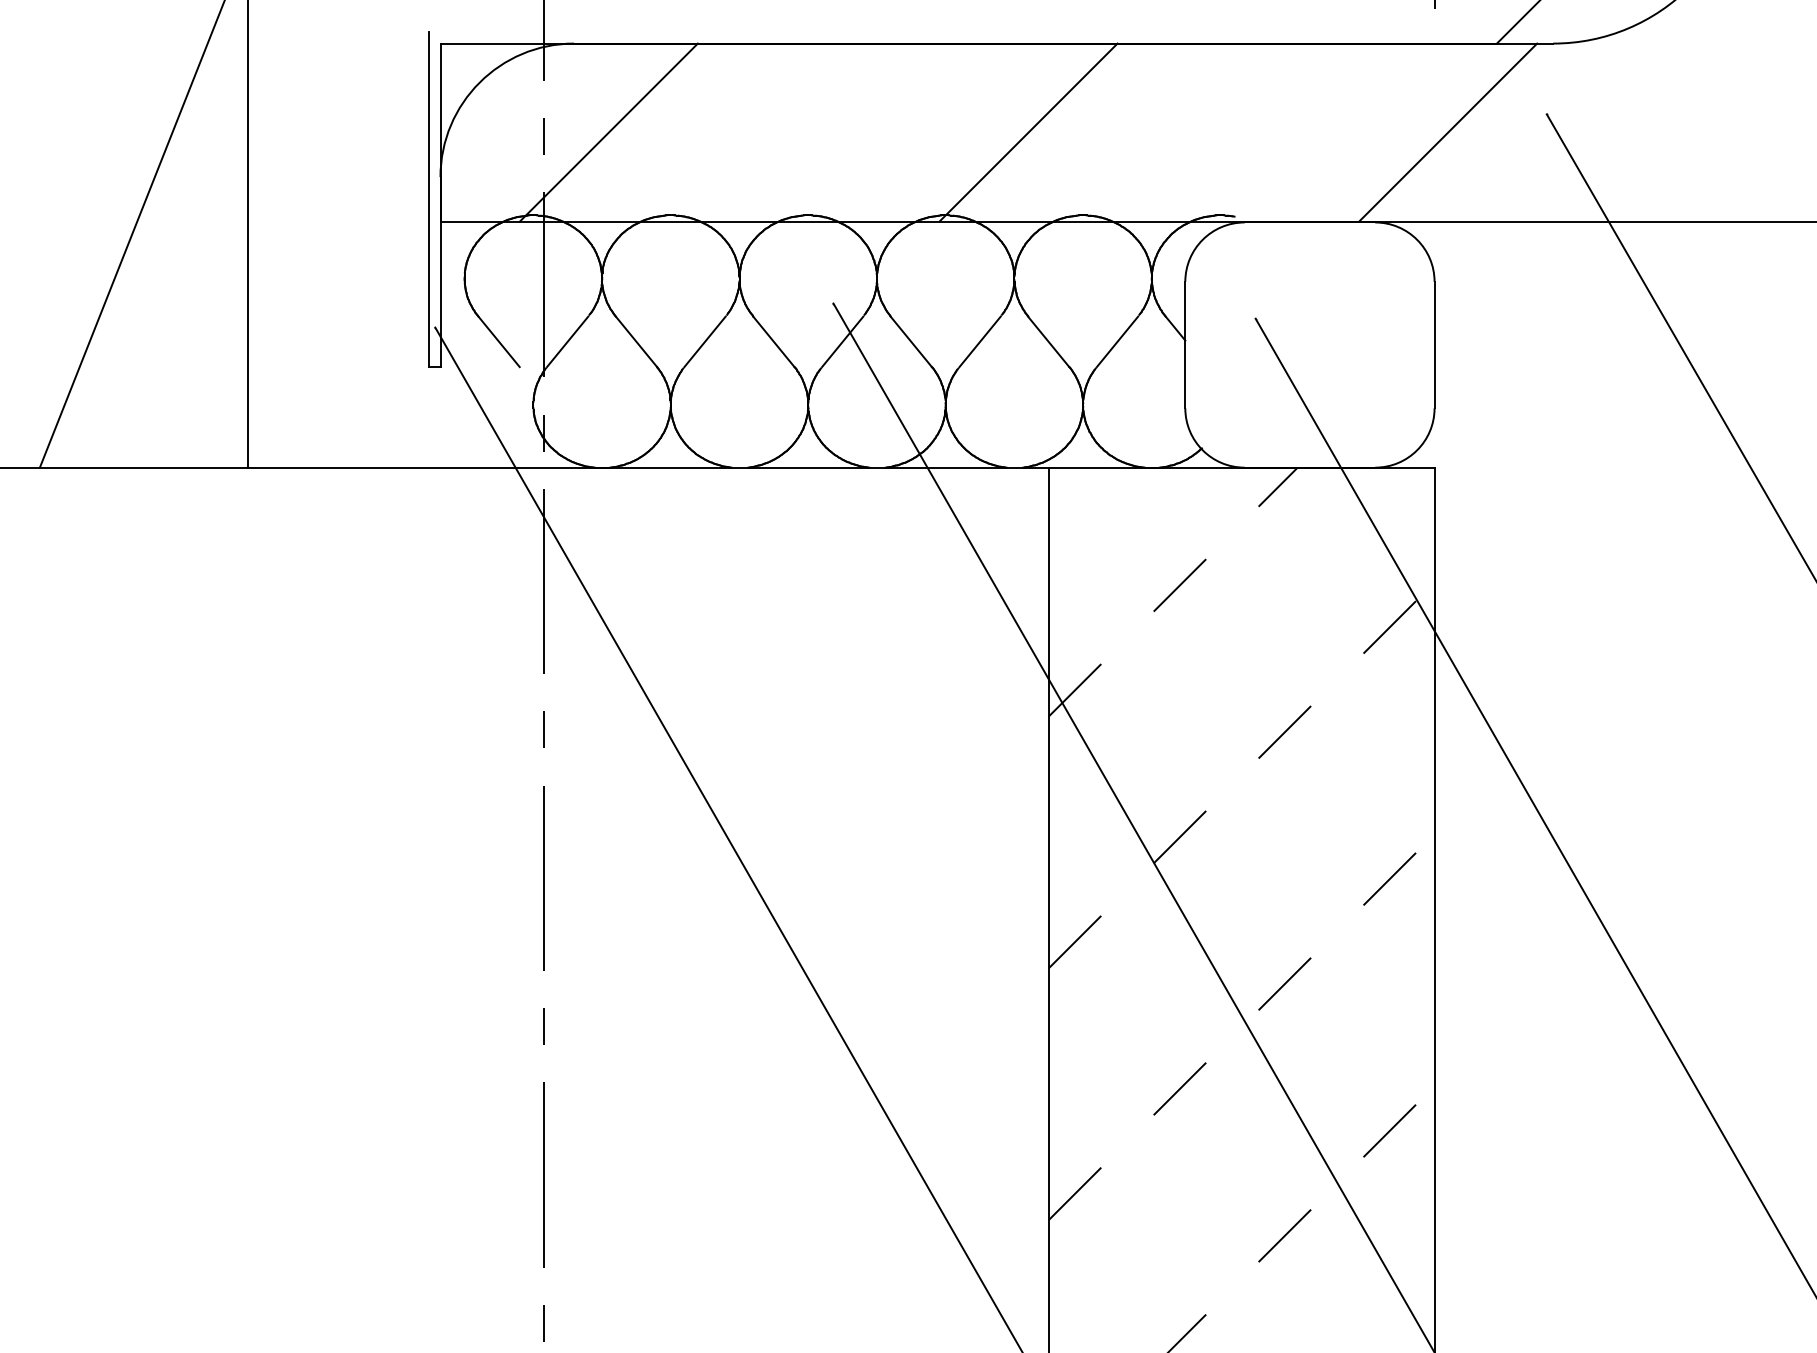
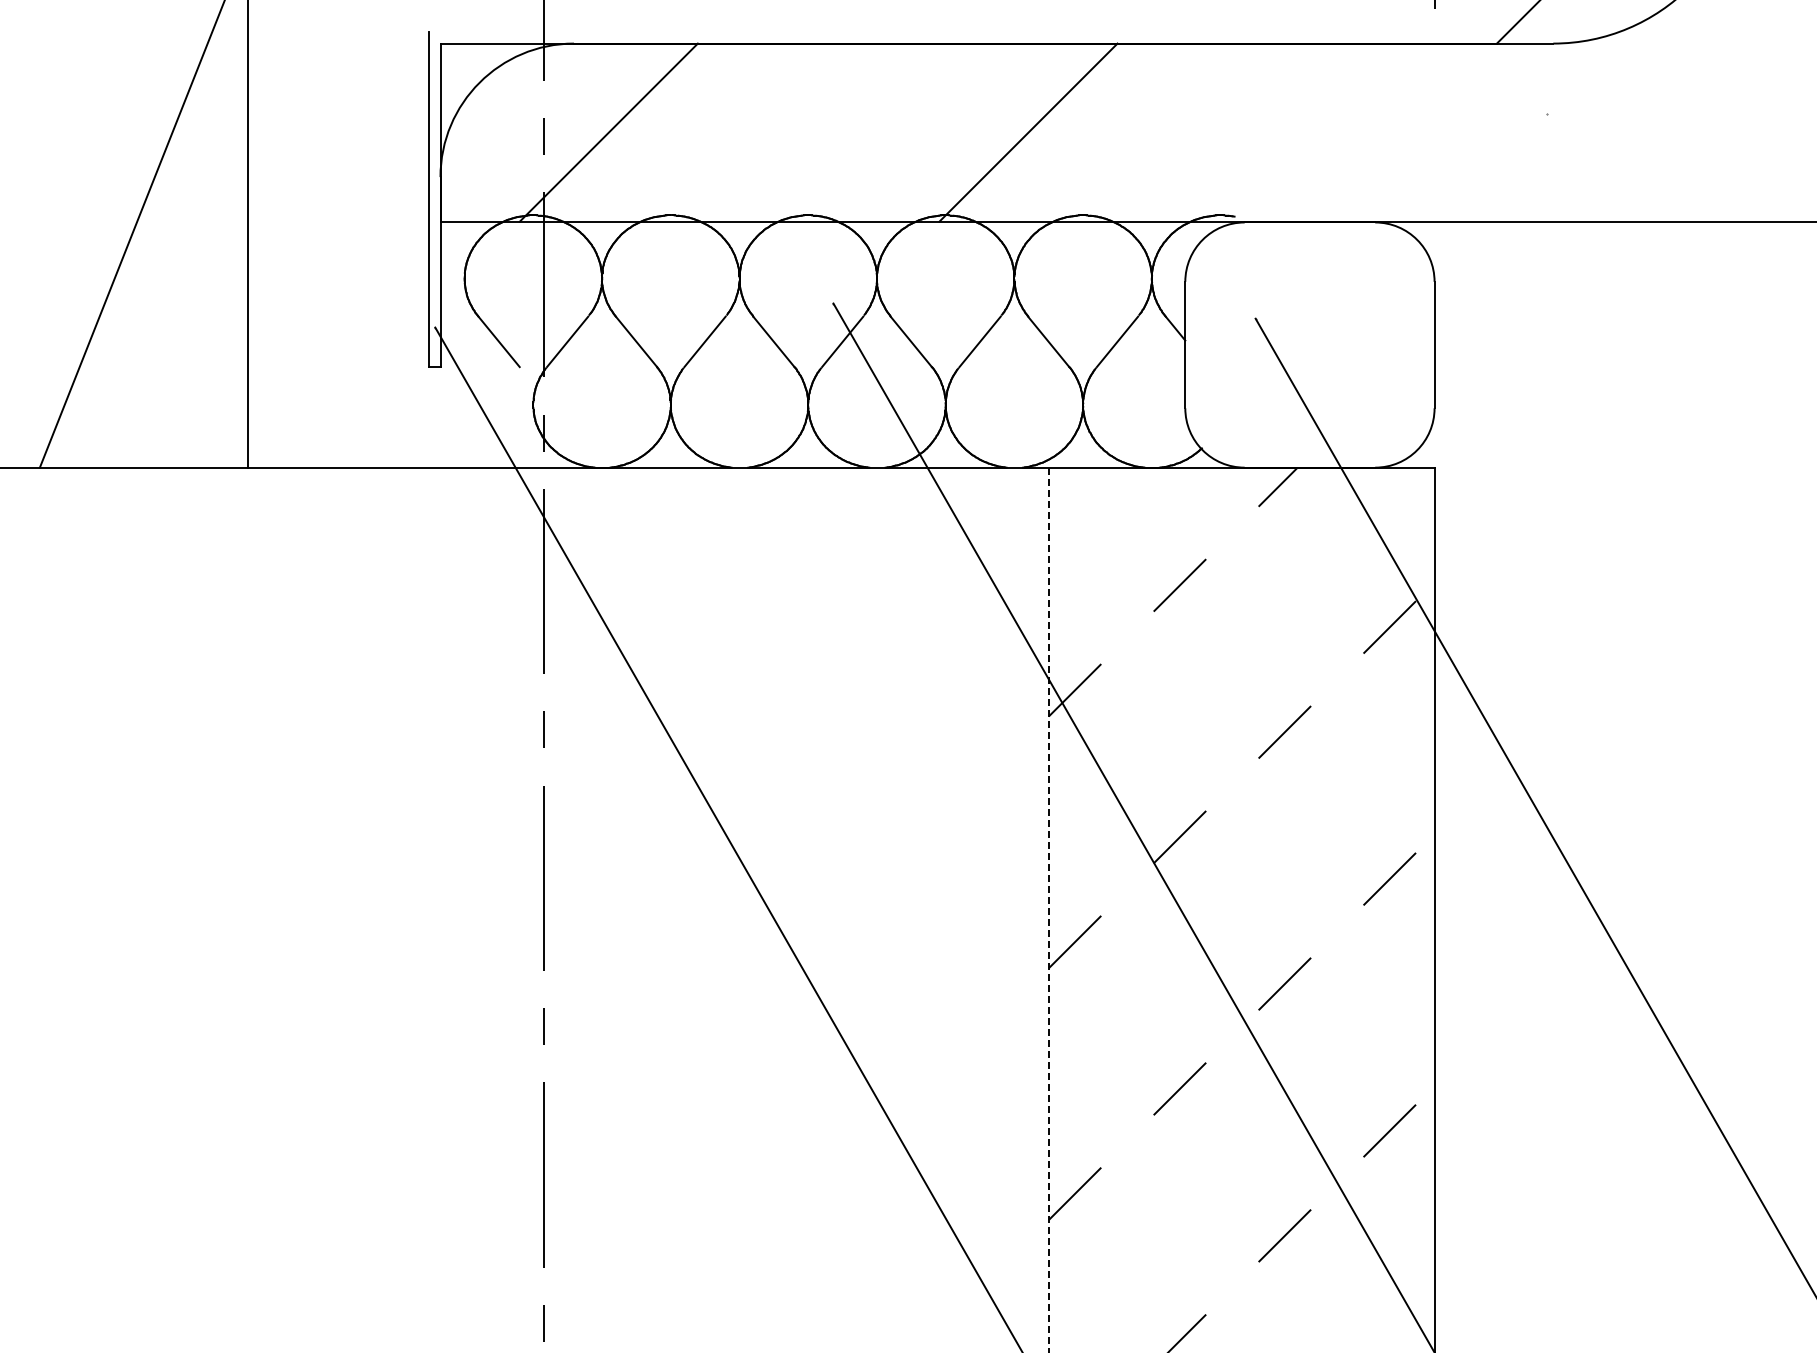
line at (1448, 132): present -> none
line at (1679, 345): present -> none
line at (1048, 910): solid -> dashed
